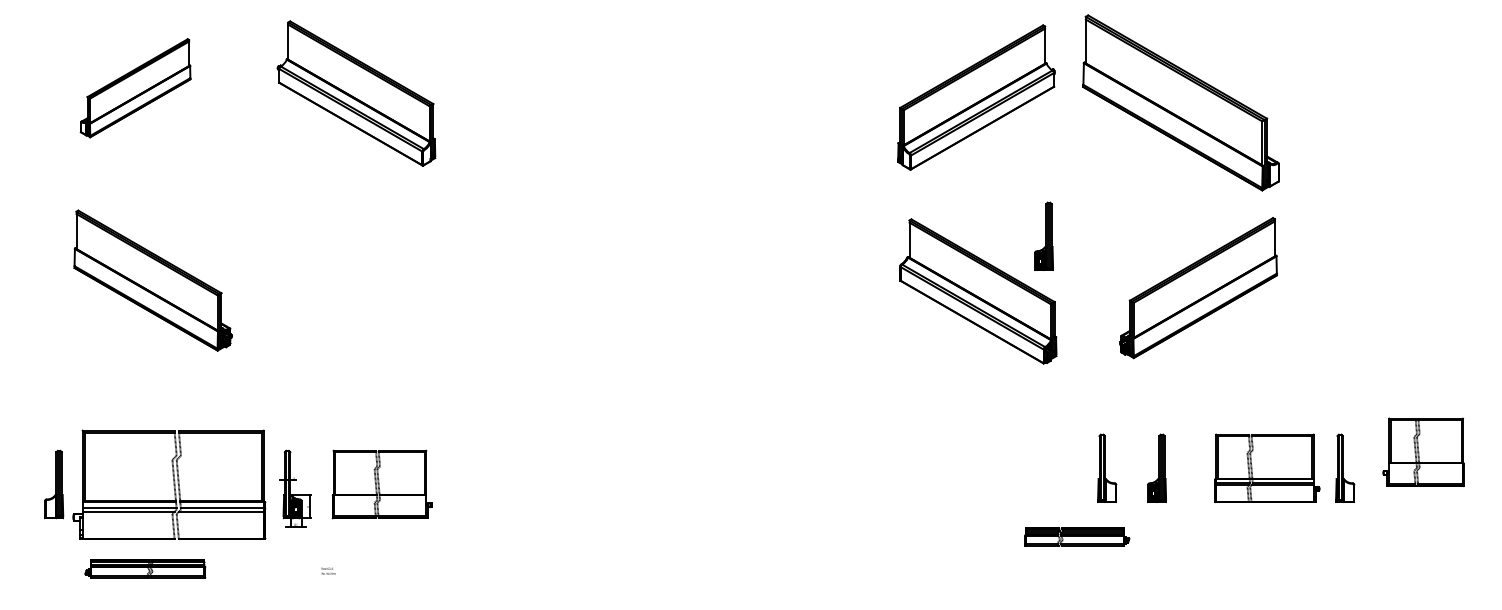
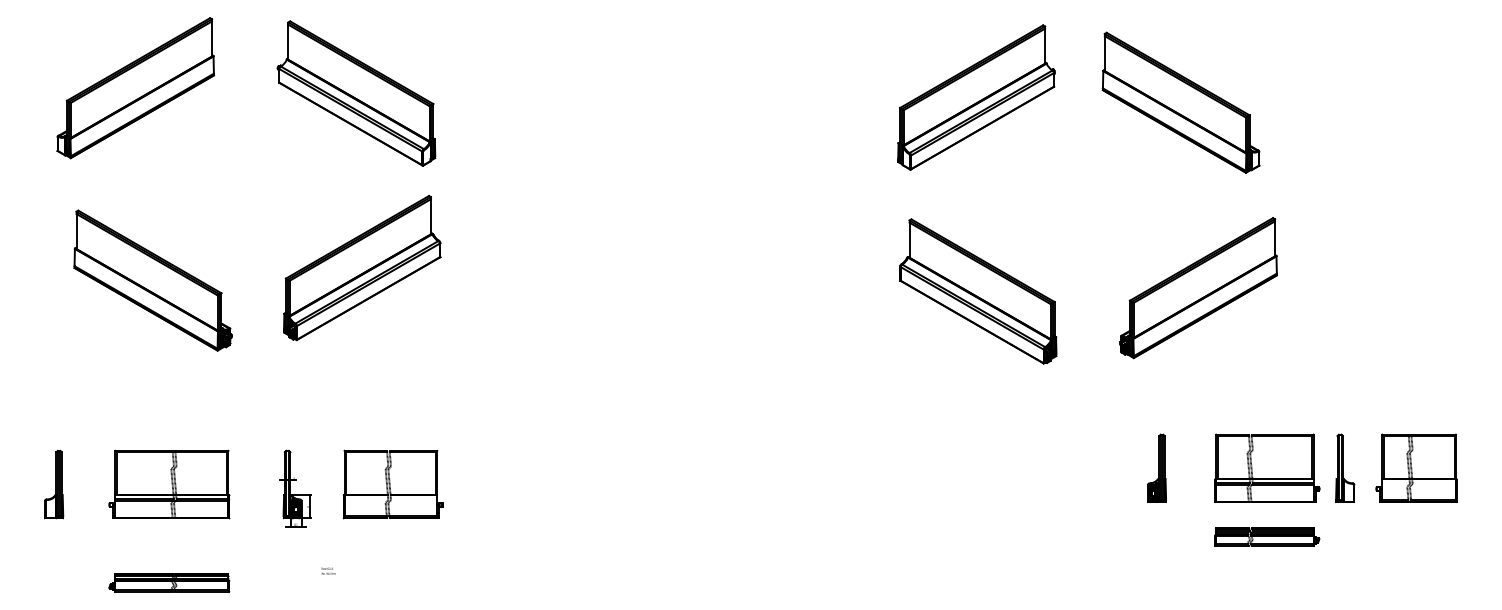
part at (135, 88) size: 113x101 px -> 159x143 px
part at (1180, 102) size: 198x178 px -> 160x143 px
part at (1043, 235): present -> none
part at (362, 268): none -> present
part at (1423, 451) position: (1423, 451) -> (1416, 467)
part at (1107, 467): present -> none
part at (169, 484) size: 195x111 px -> 123x71 px
part at (381, 484) position: (381, 484) -> (392, 484)
part at (1077, 536) position: (1077, 536) -> (1267, 536)
part at (145, 568) position: (145, 568) -> (169, 582)
